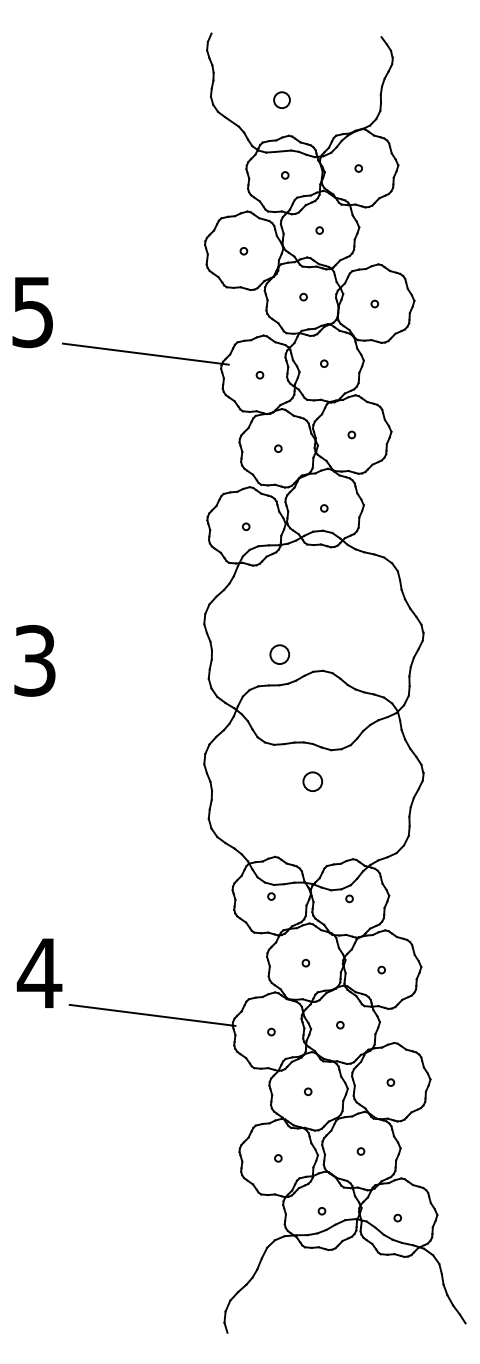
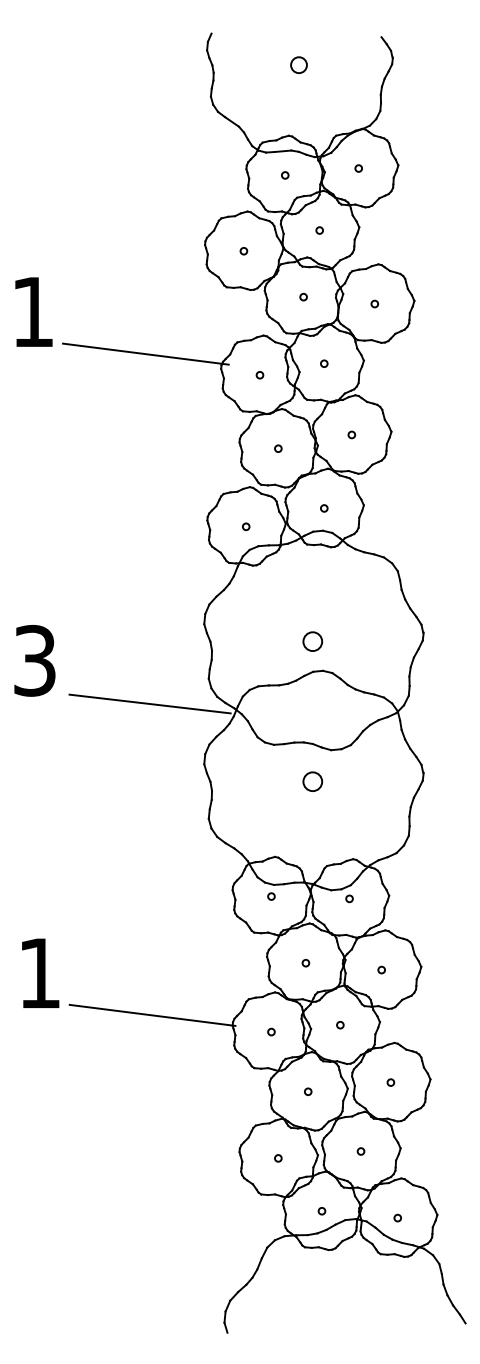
circle at (281, 99) position: (281, 99) -> (298, 64)
text at (32, 312): 5 -> 1
circle at (279, 654) position: (279, 654) -> (312, 641)
line at (149, 703): none -> present
text at (39, 973): 4 -> 1
